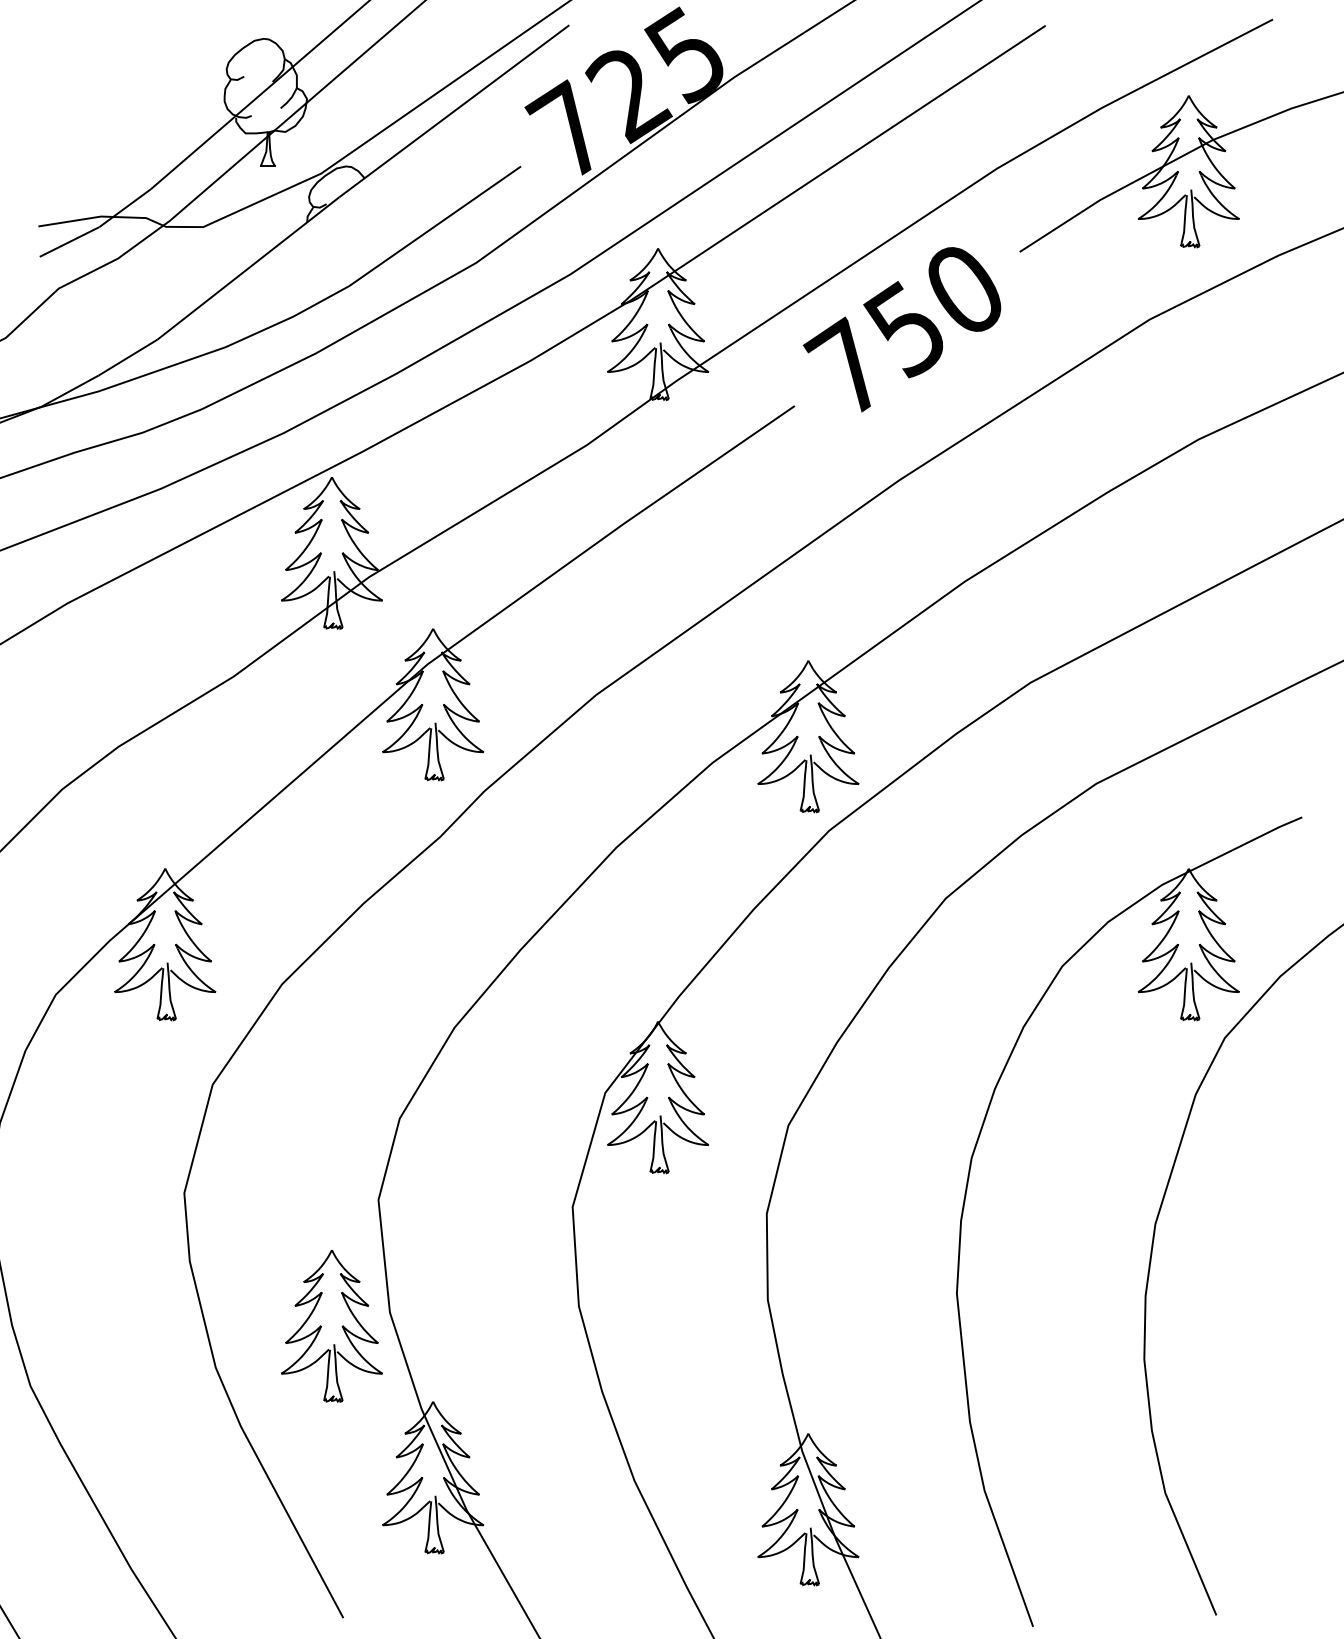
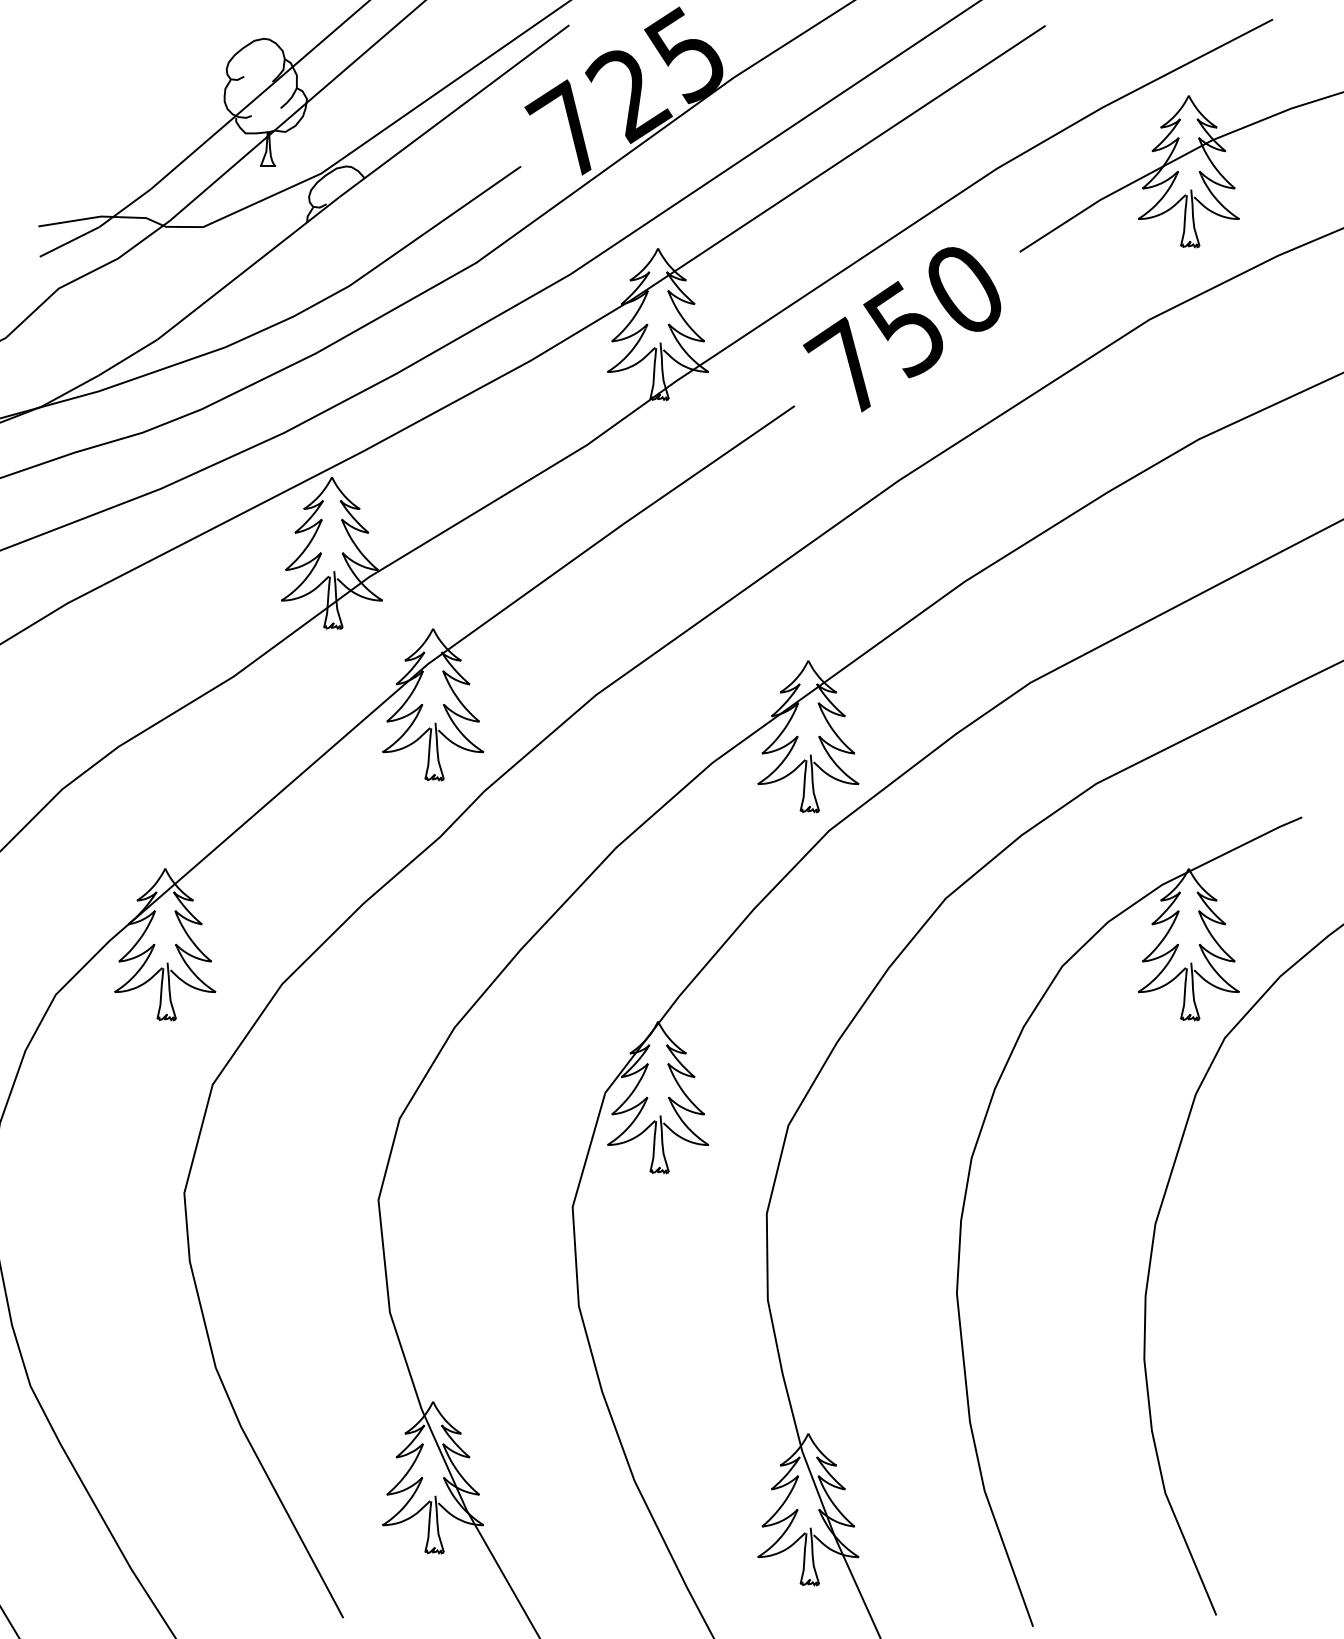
part at (331, 1326): present -> none
